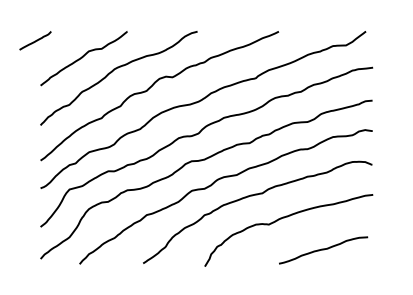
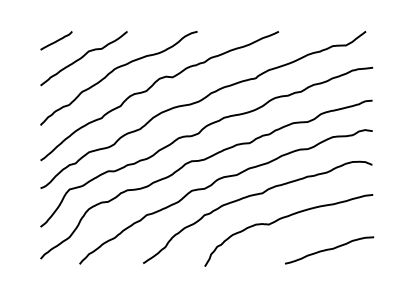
line at (35, 40) position: (35, 40) -> (56, 40)
curve at (323, 250) position: (323, 250) -> (329, 250)
